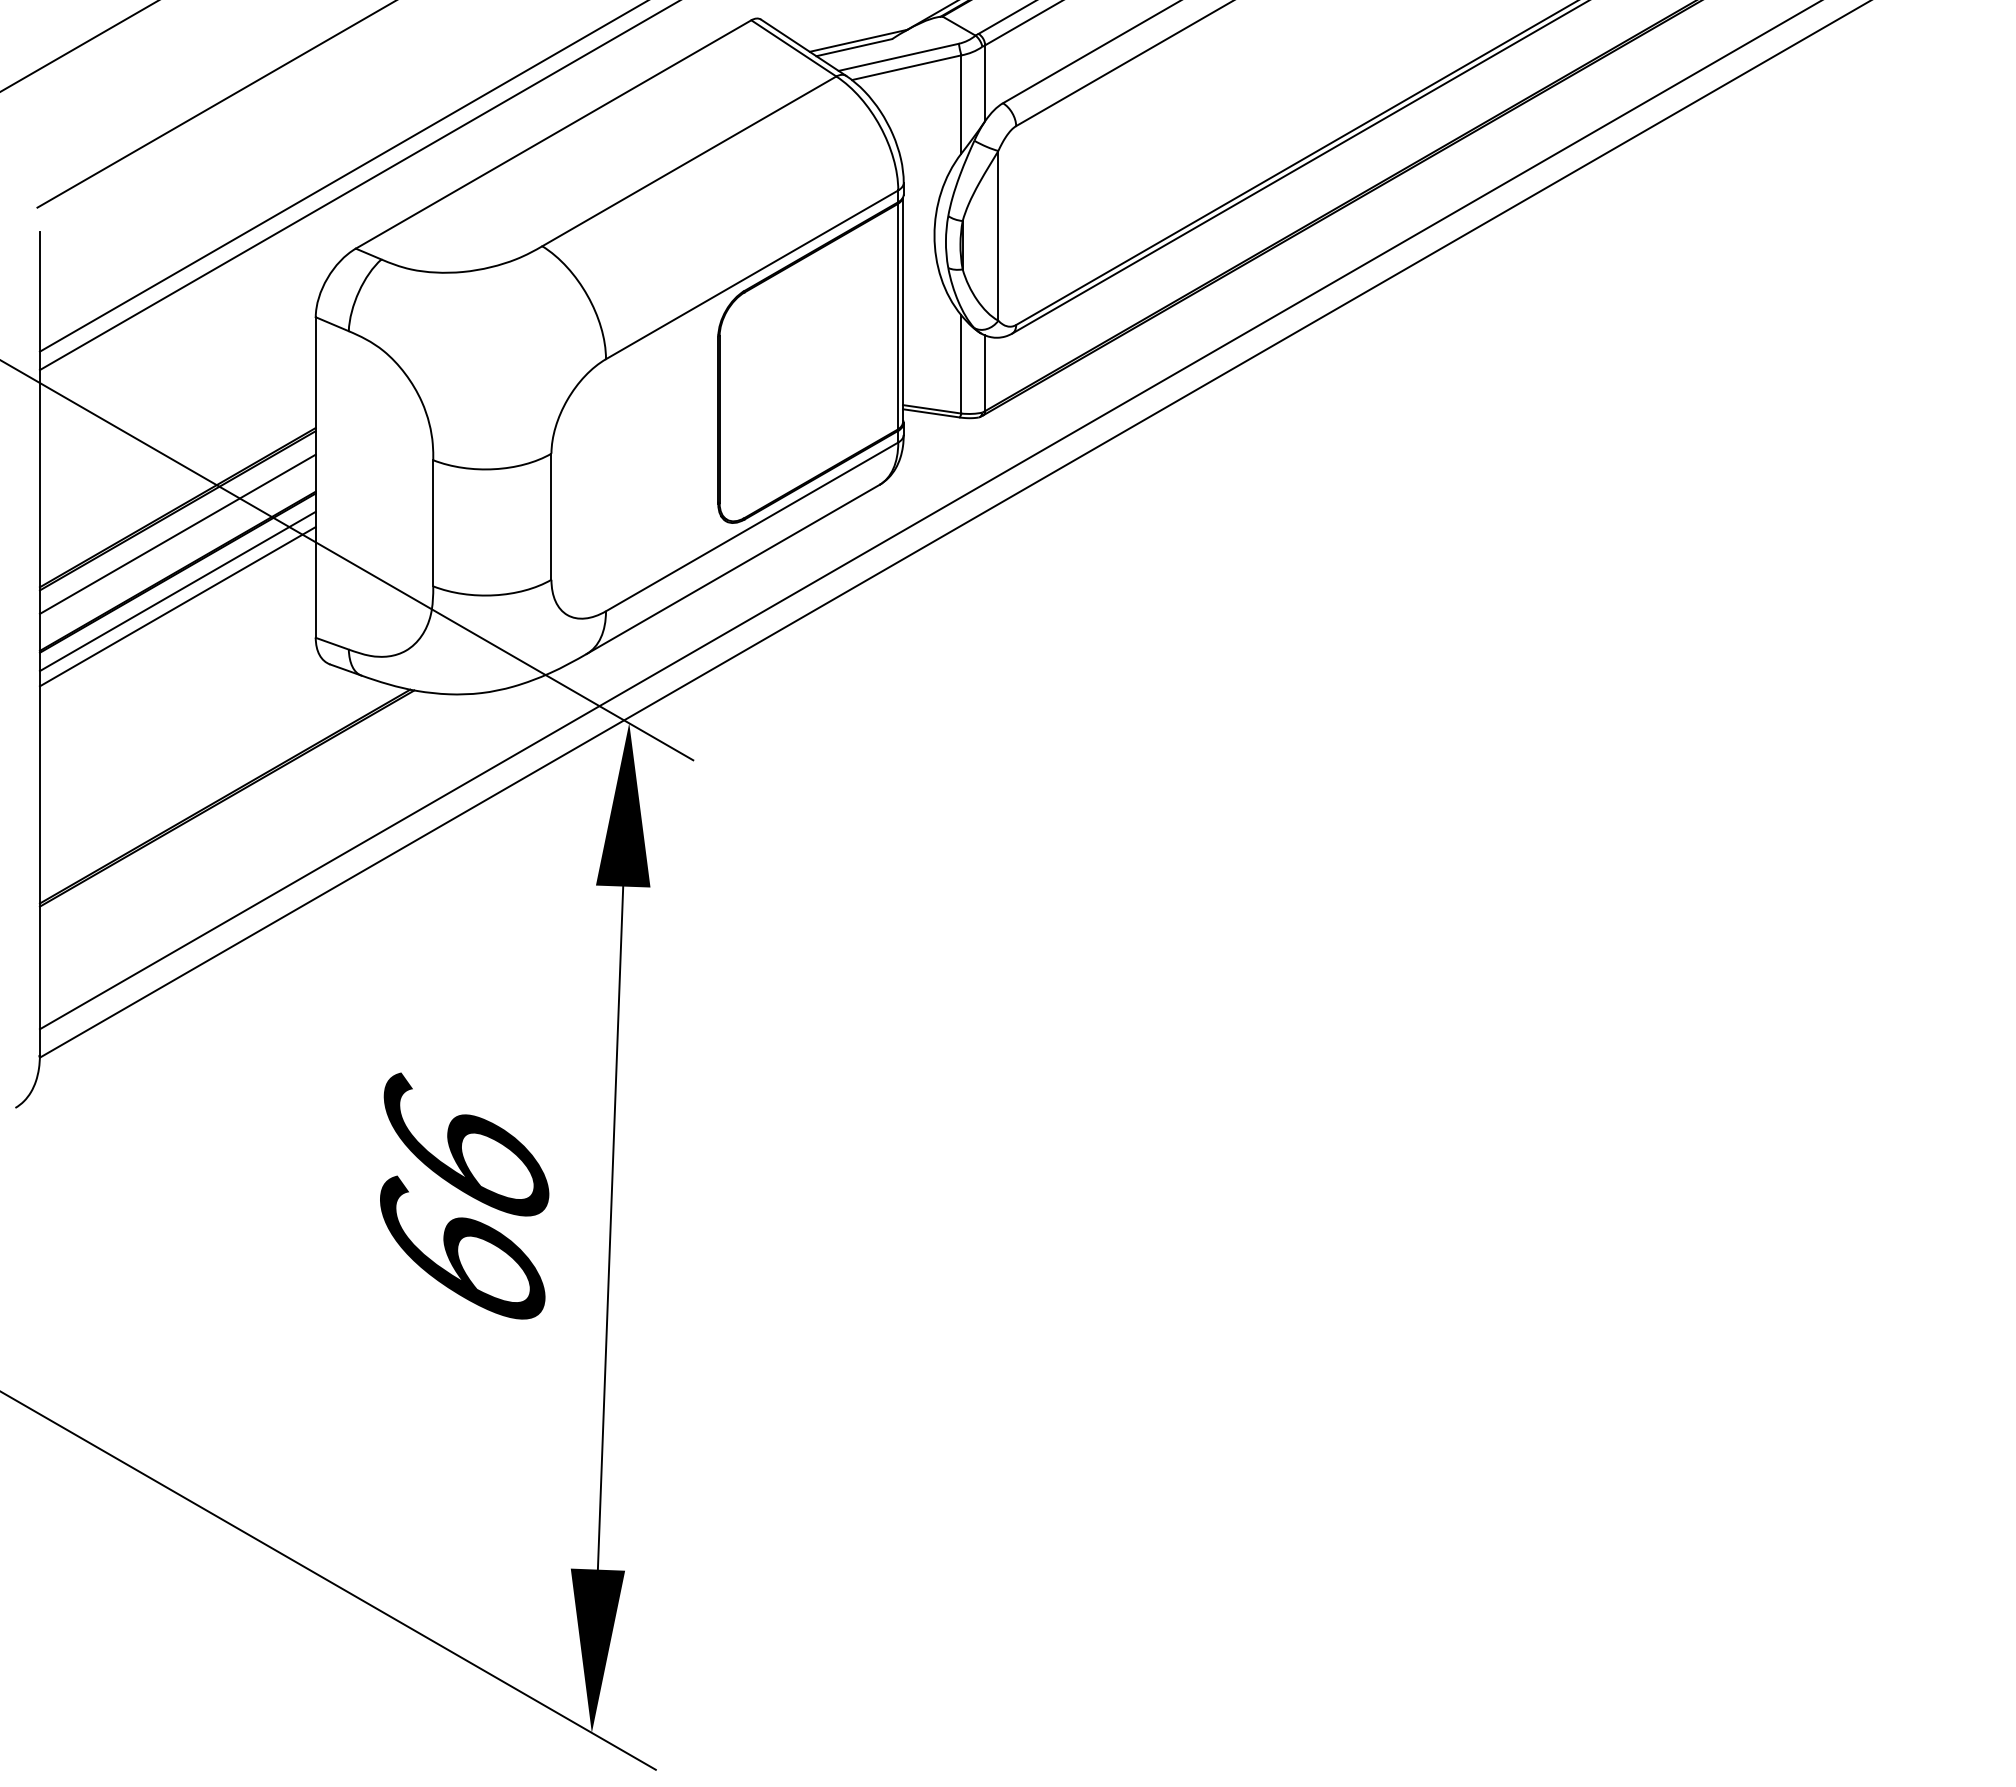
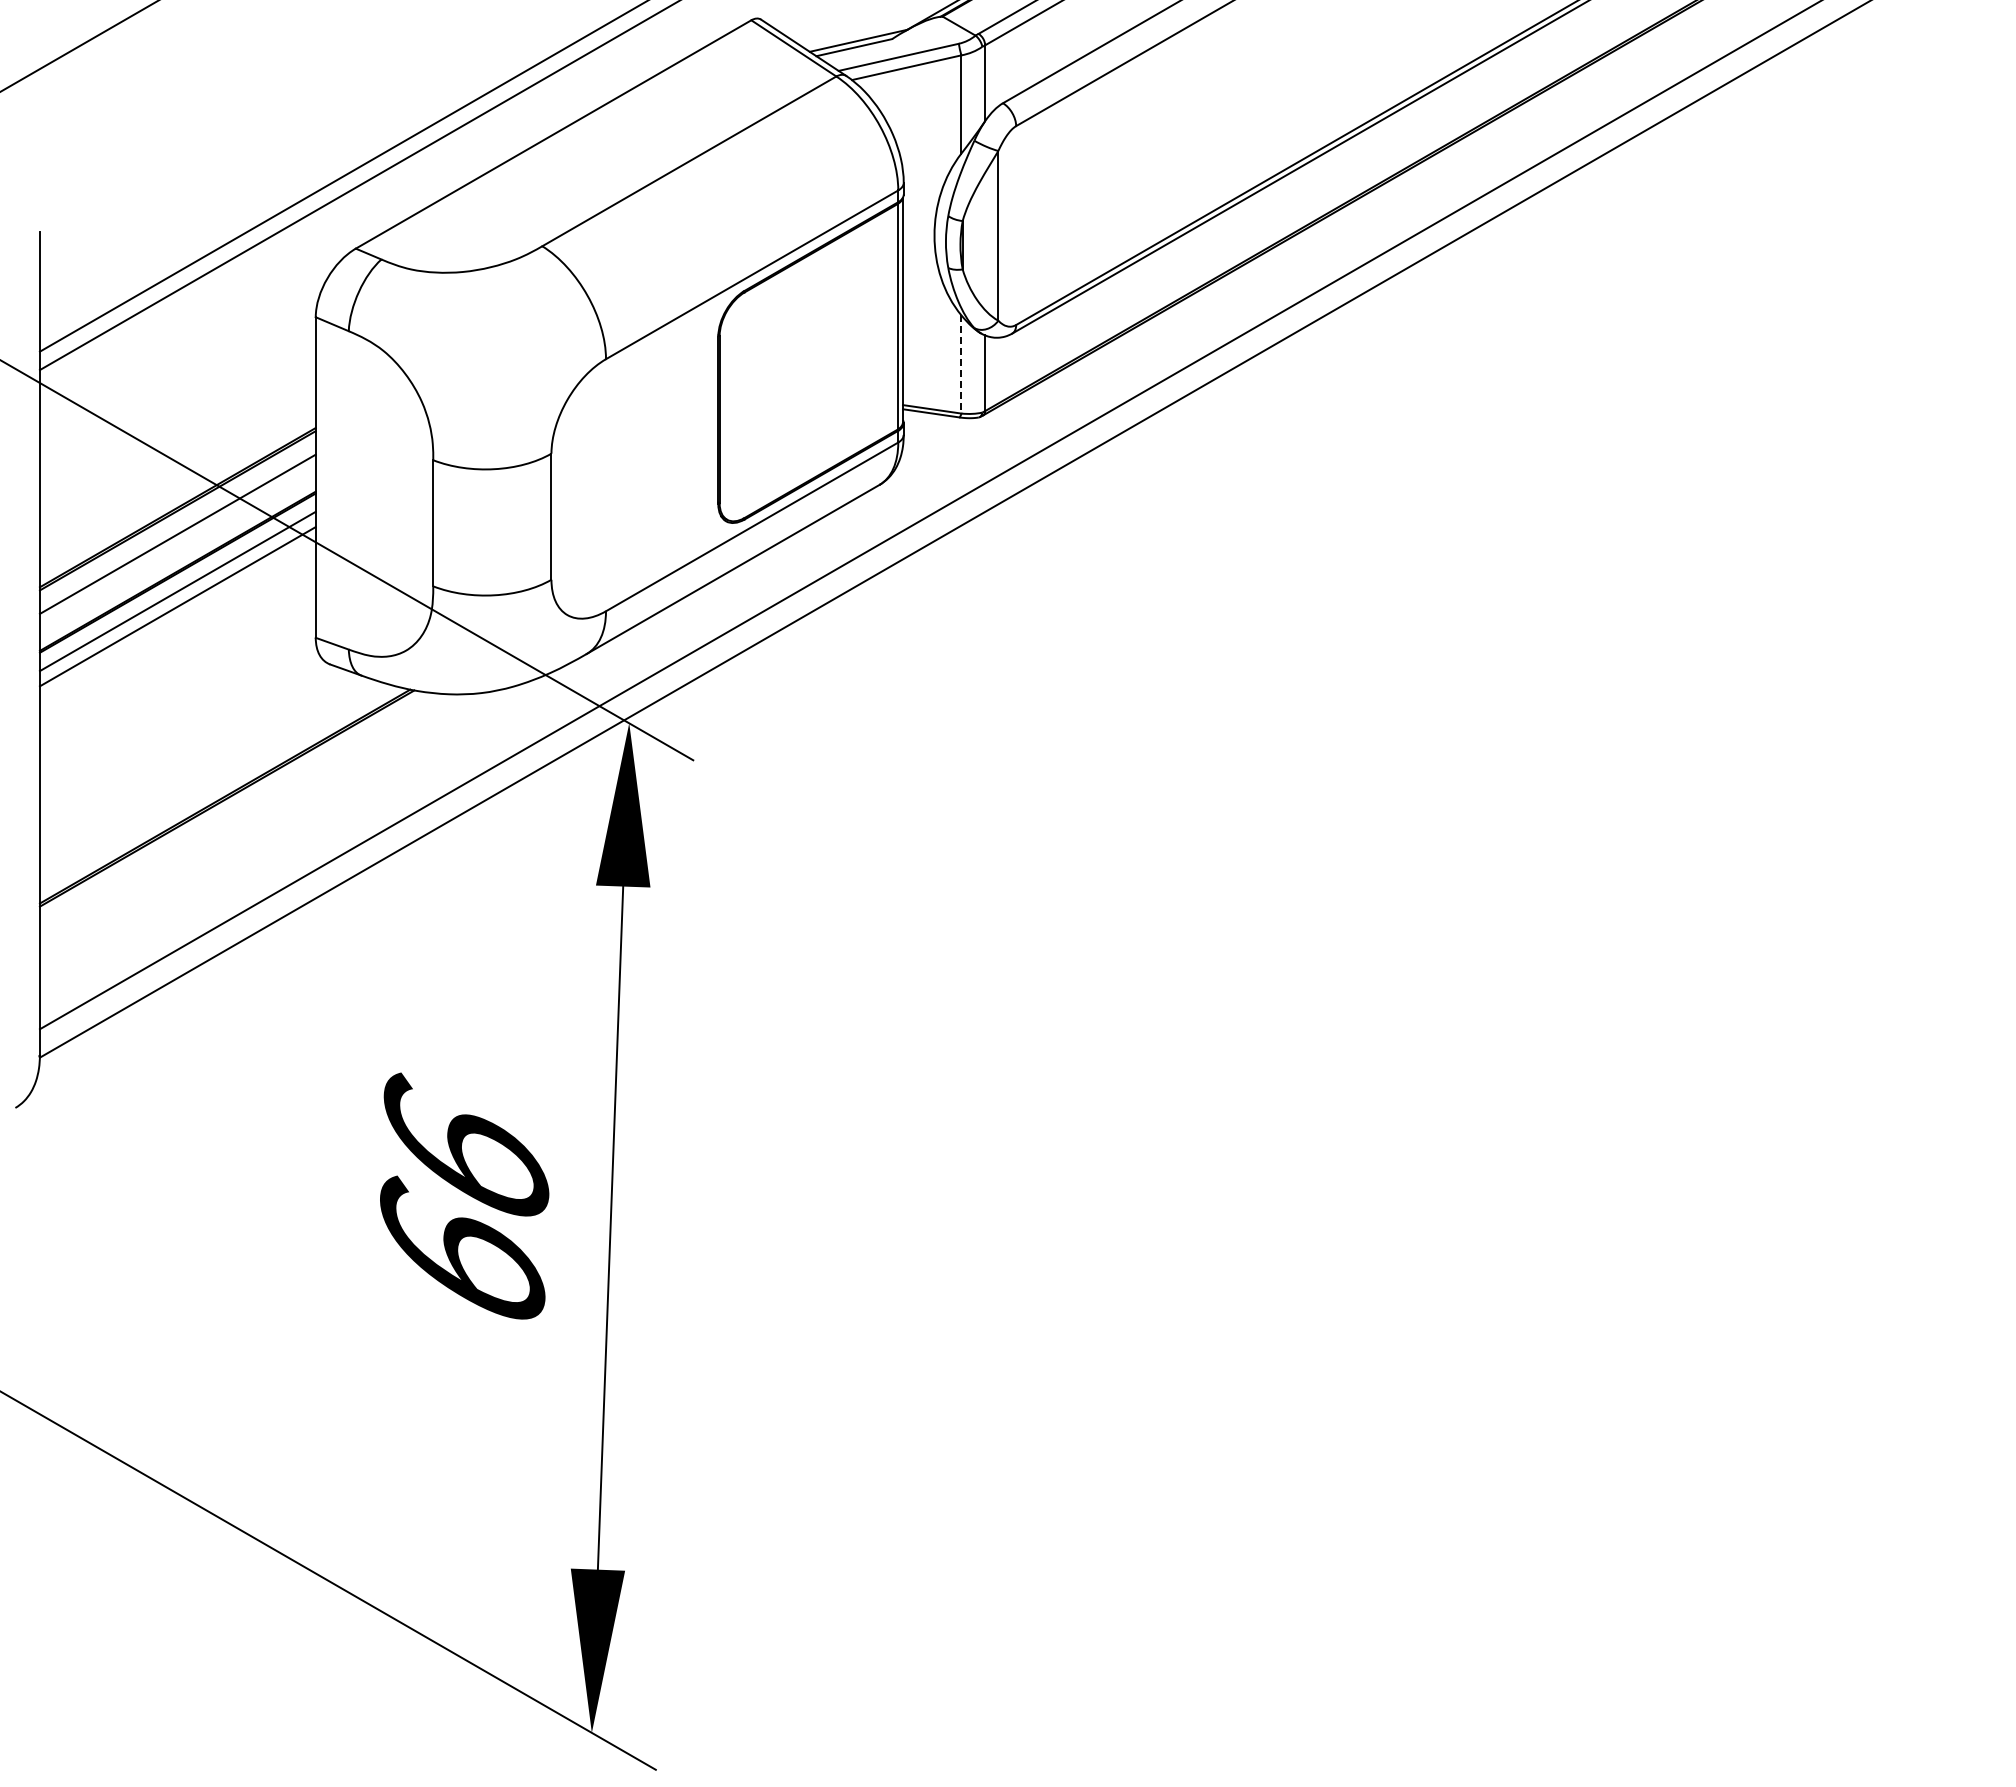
line at (215, 104): present -> none
line at (961, 364): solid -> dashed
